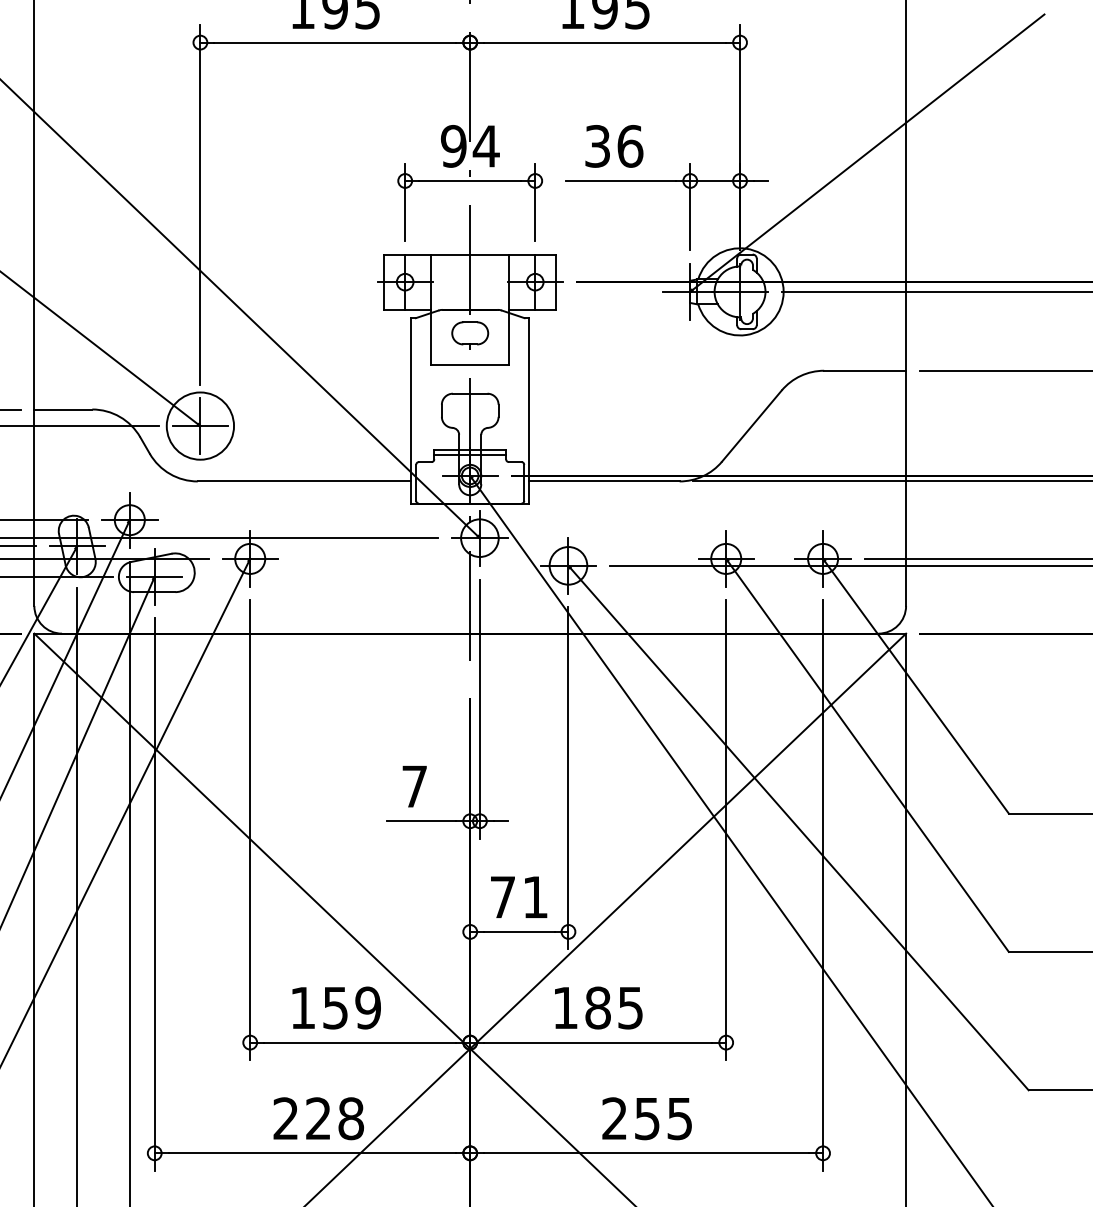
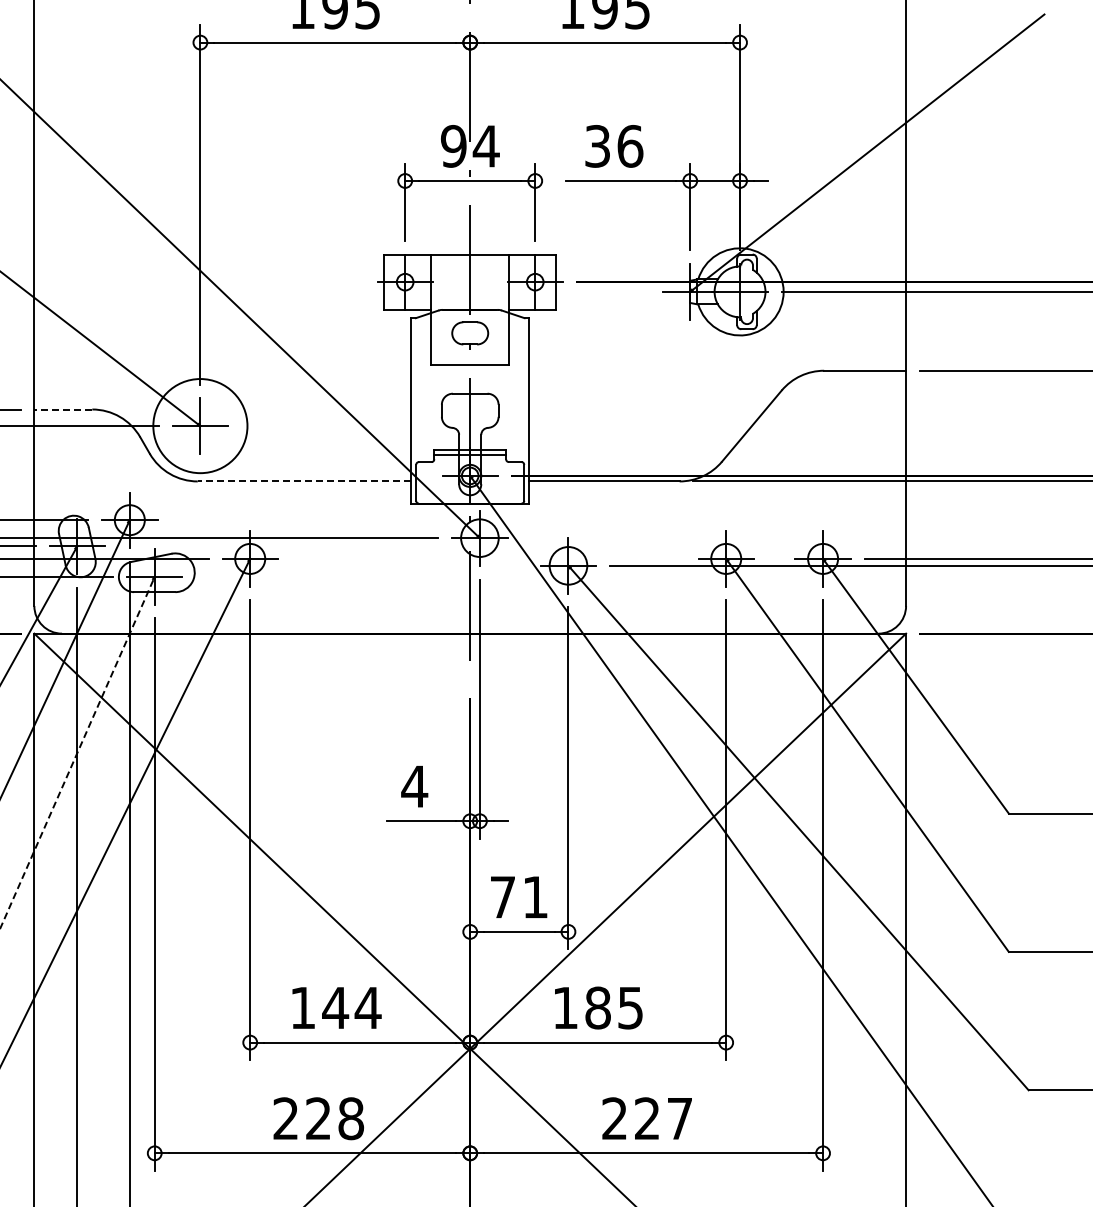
line at (63, 409): solid -> dashed
circle at (200, 425) diameter: 67 px -> 94 px
line at (304, 481): solid -> dashed
line at (77, 752): solid -> dashed
text at (414, 786): 7 -> 4
text at (351, 1007): 159 -> 144
text at (663, 1118): 255 -> 227
